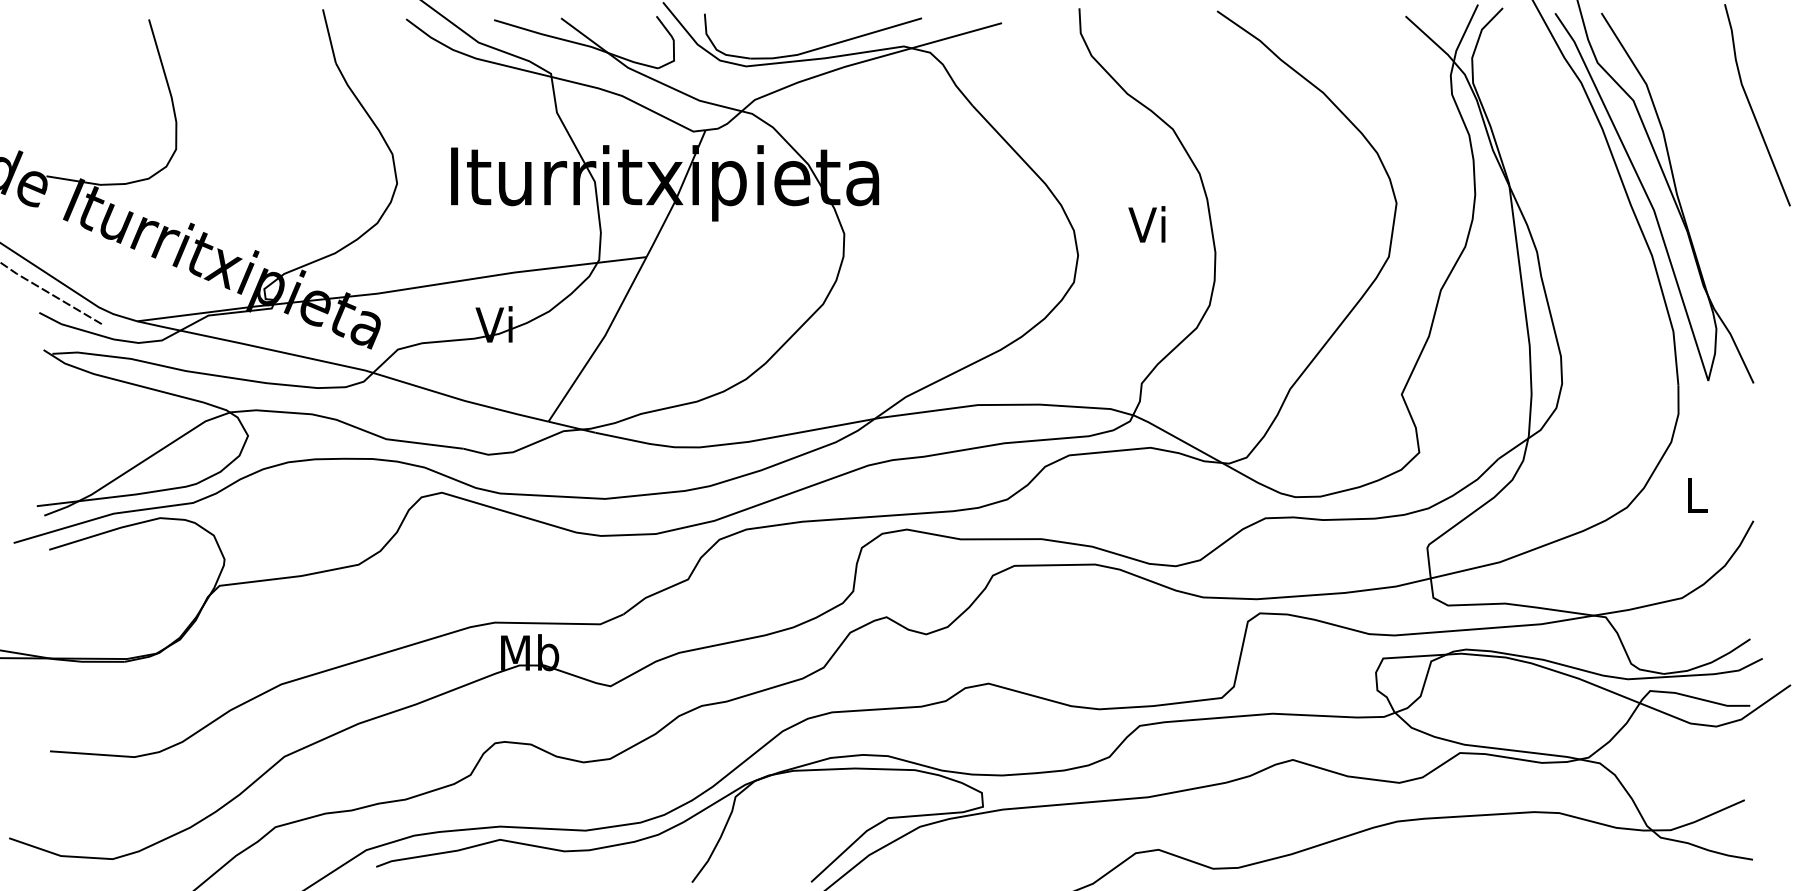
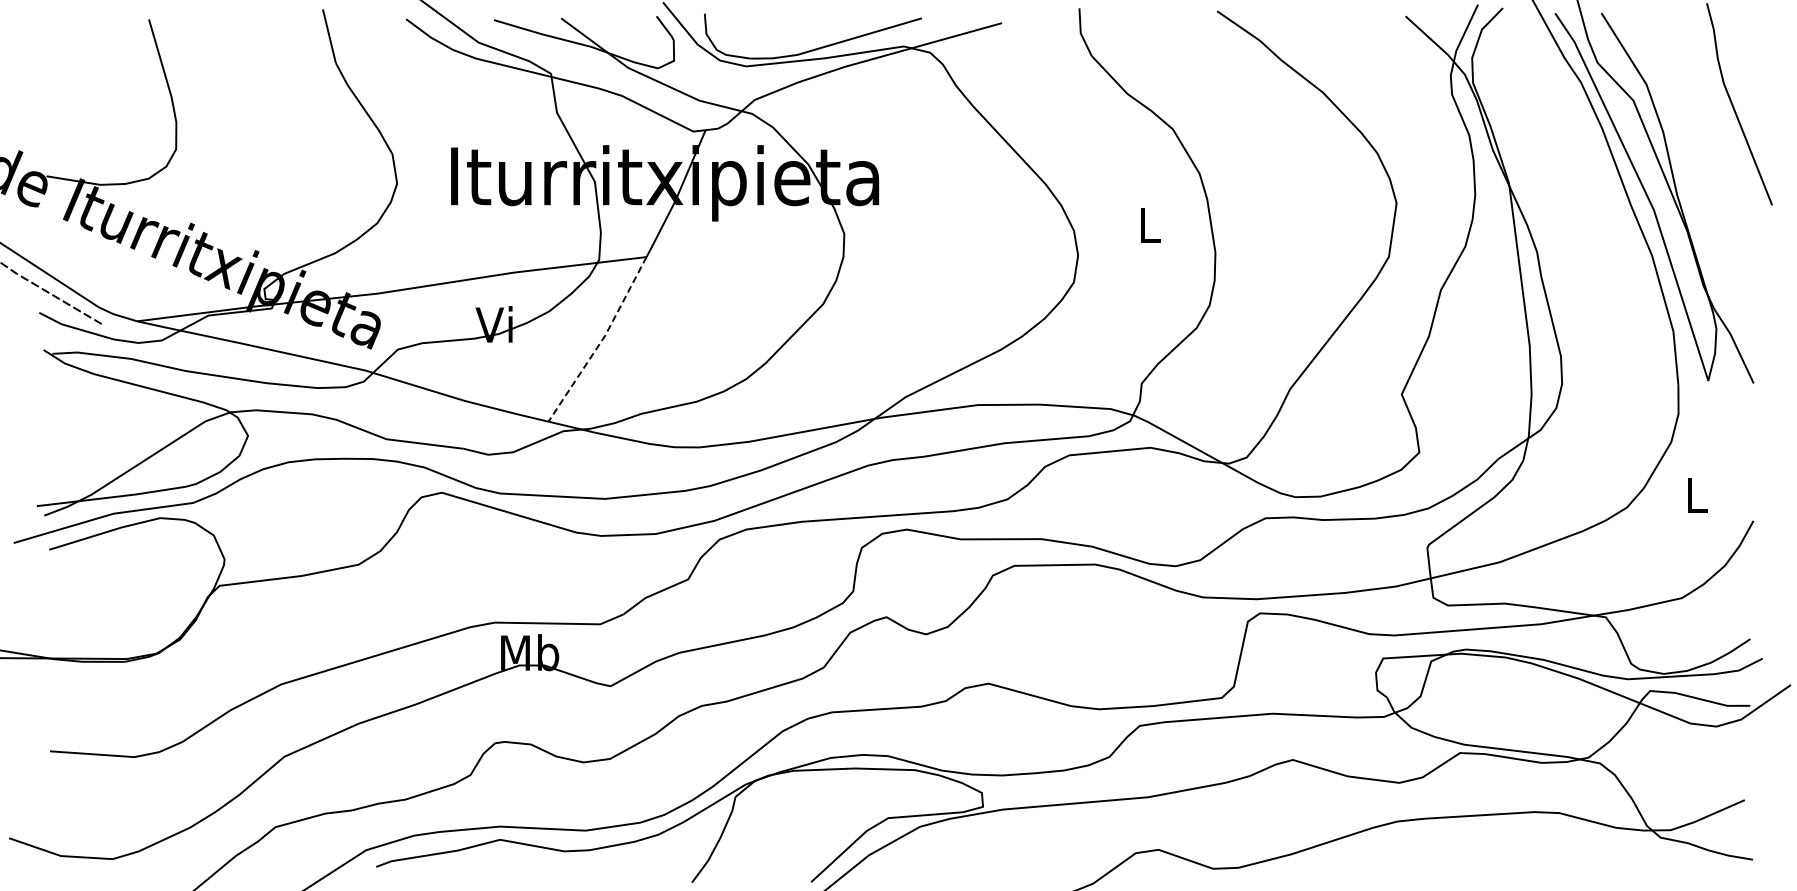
line at (1752, 108) position: (1752, 108) -> (1734, 107)
text at (1146, 224): Vi -> L
line at (601, 341): solid -> dashed
